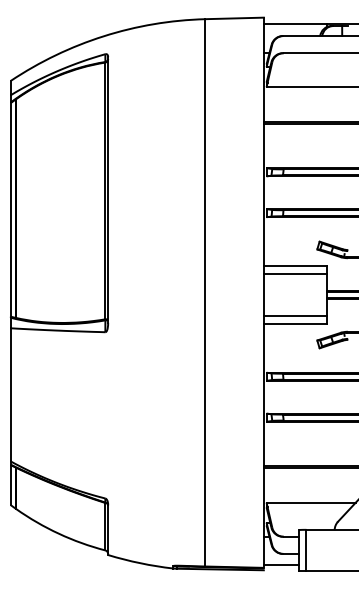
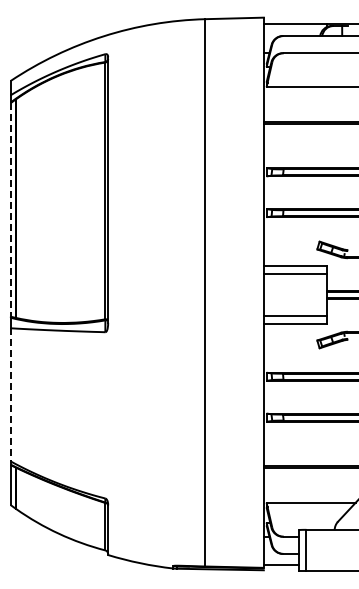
line at (10, 209): solid -> dashed
line at (10, 394): solid -> dashed
